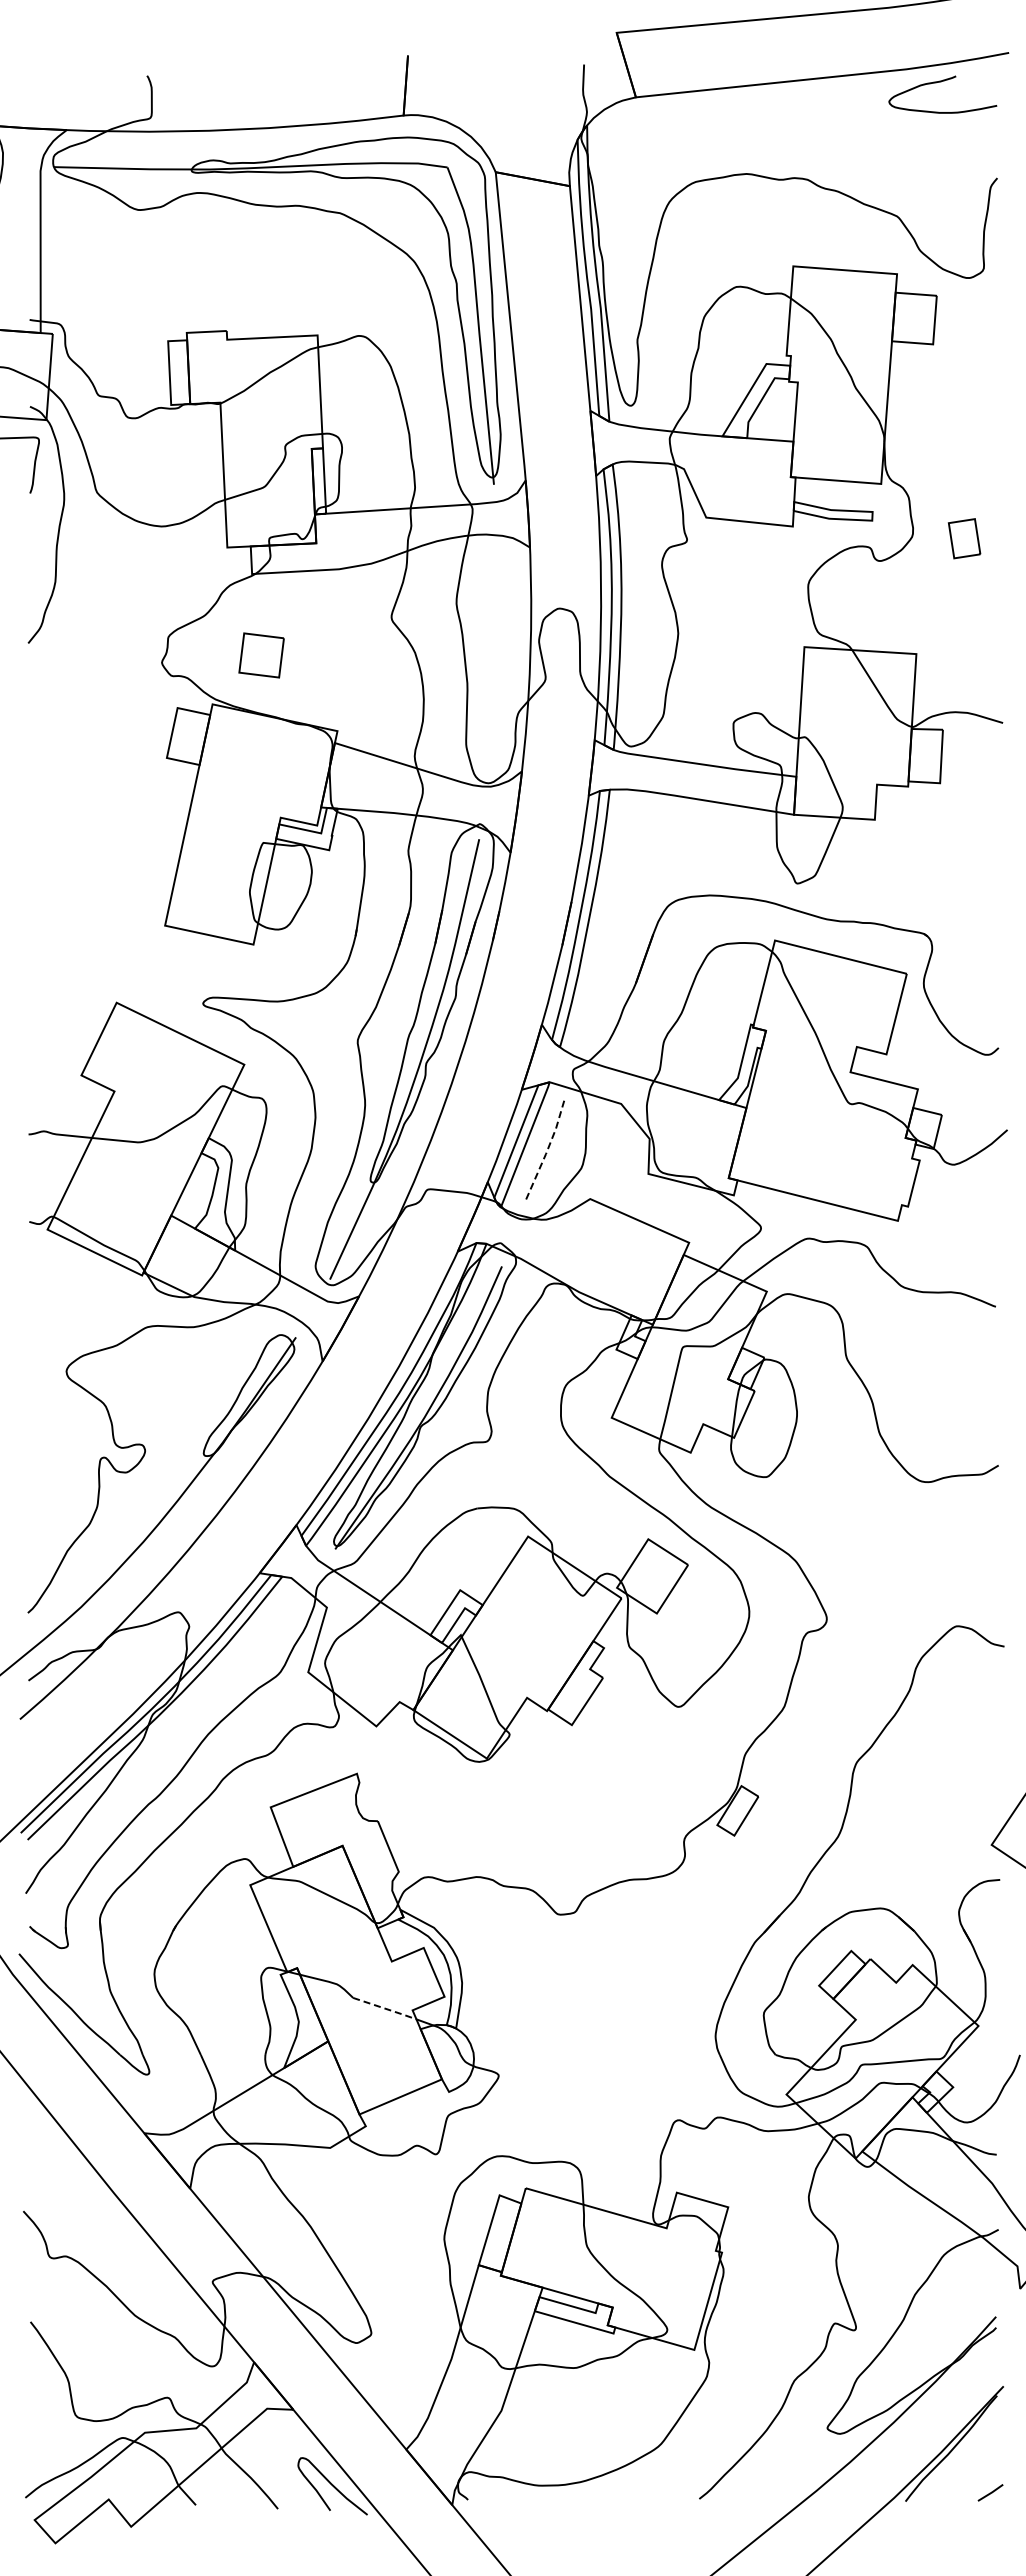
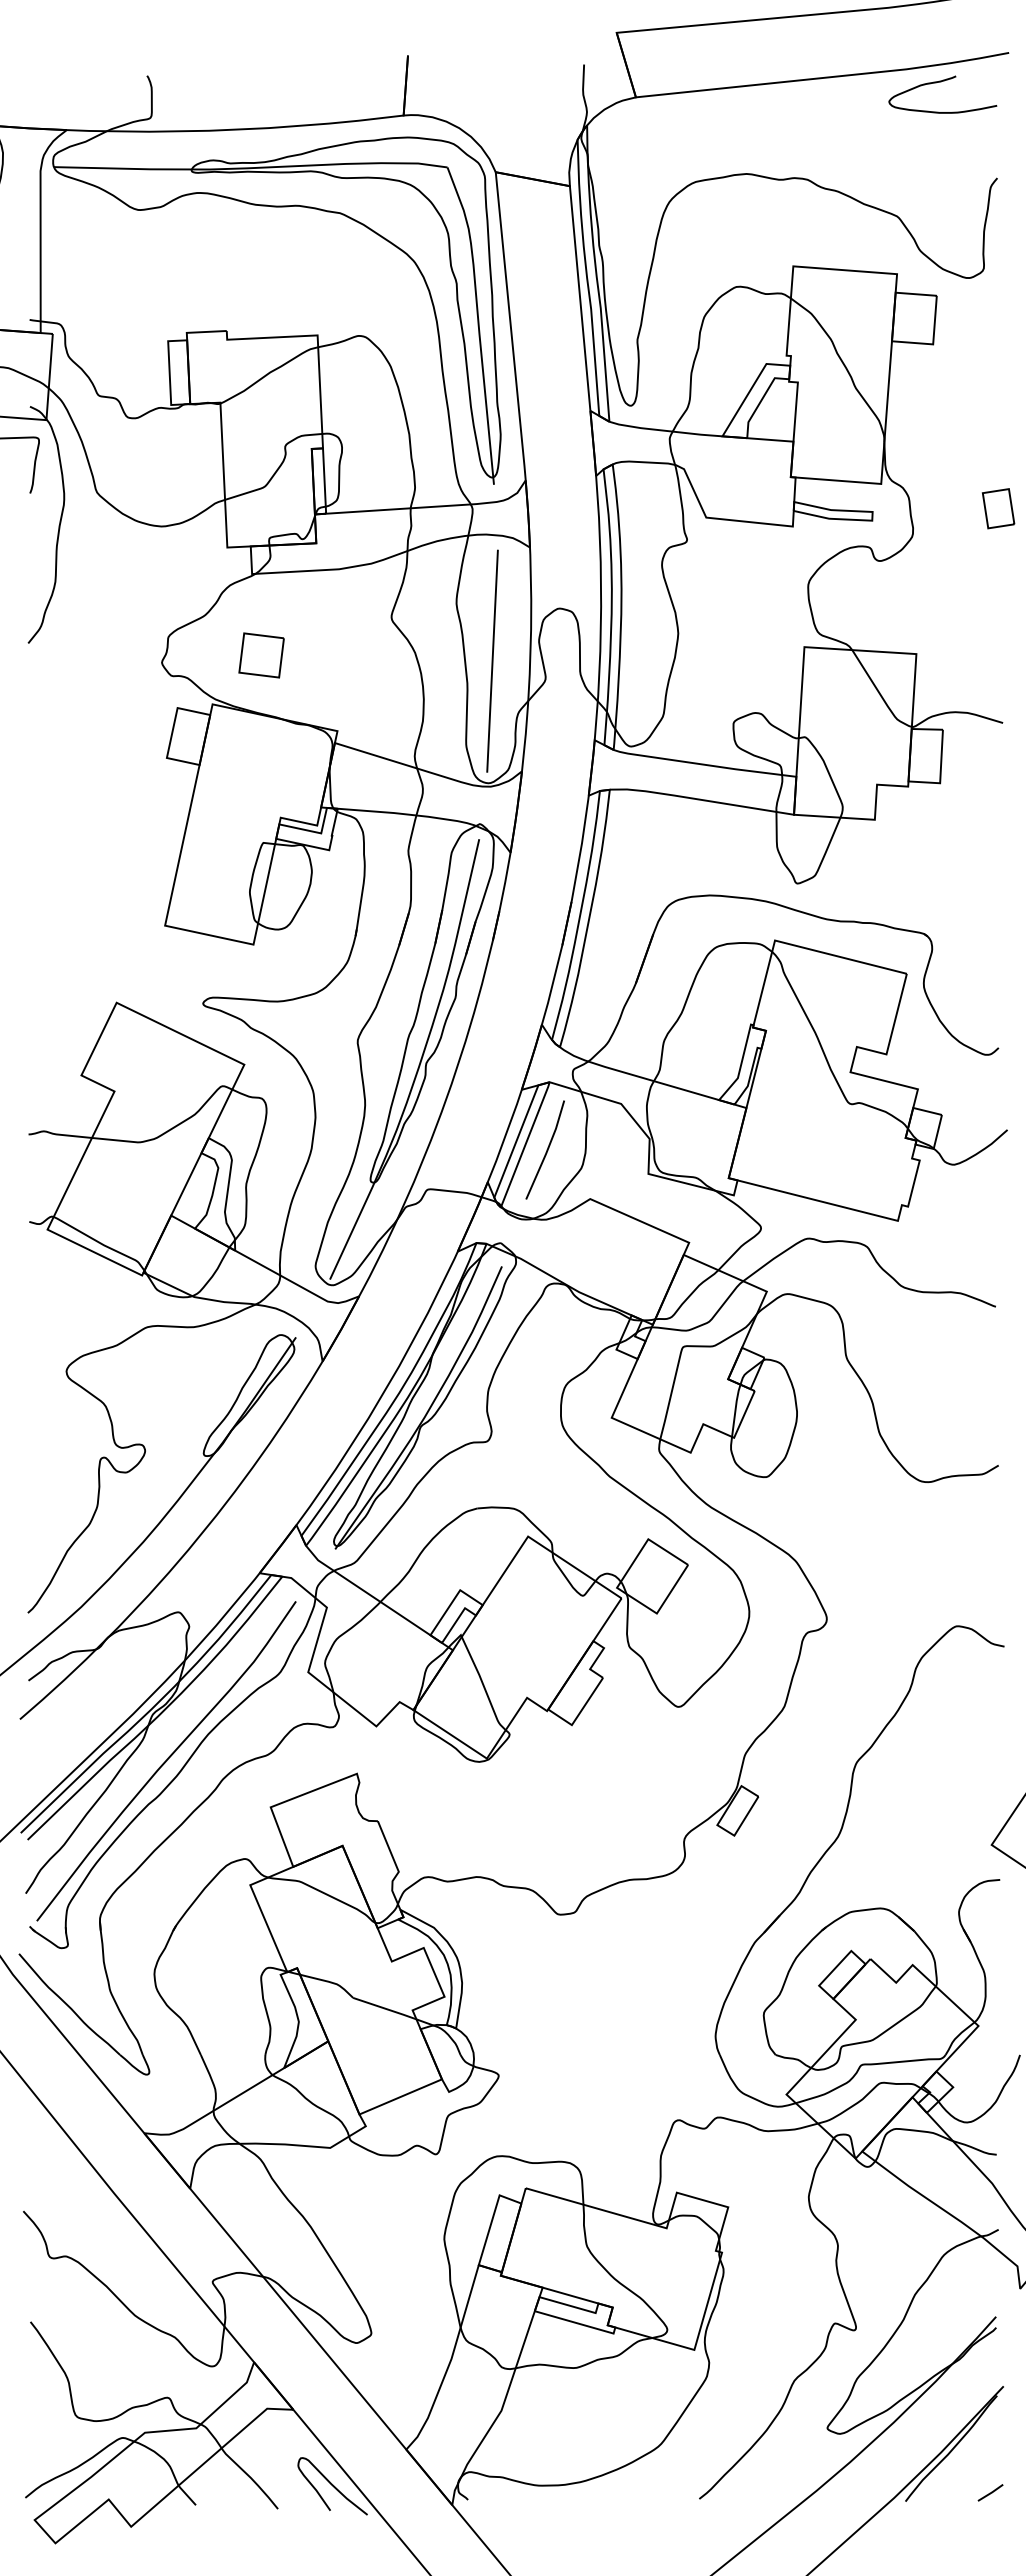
part at (964, 538) position: (964, 538) -> (998, 508)
line at (492, 660): none -> present
line at (547, 1150): dashed -> solid
curve at (166, 1761): none -> present
line at (385, 2008): dashed -> solid
